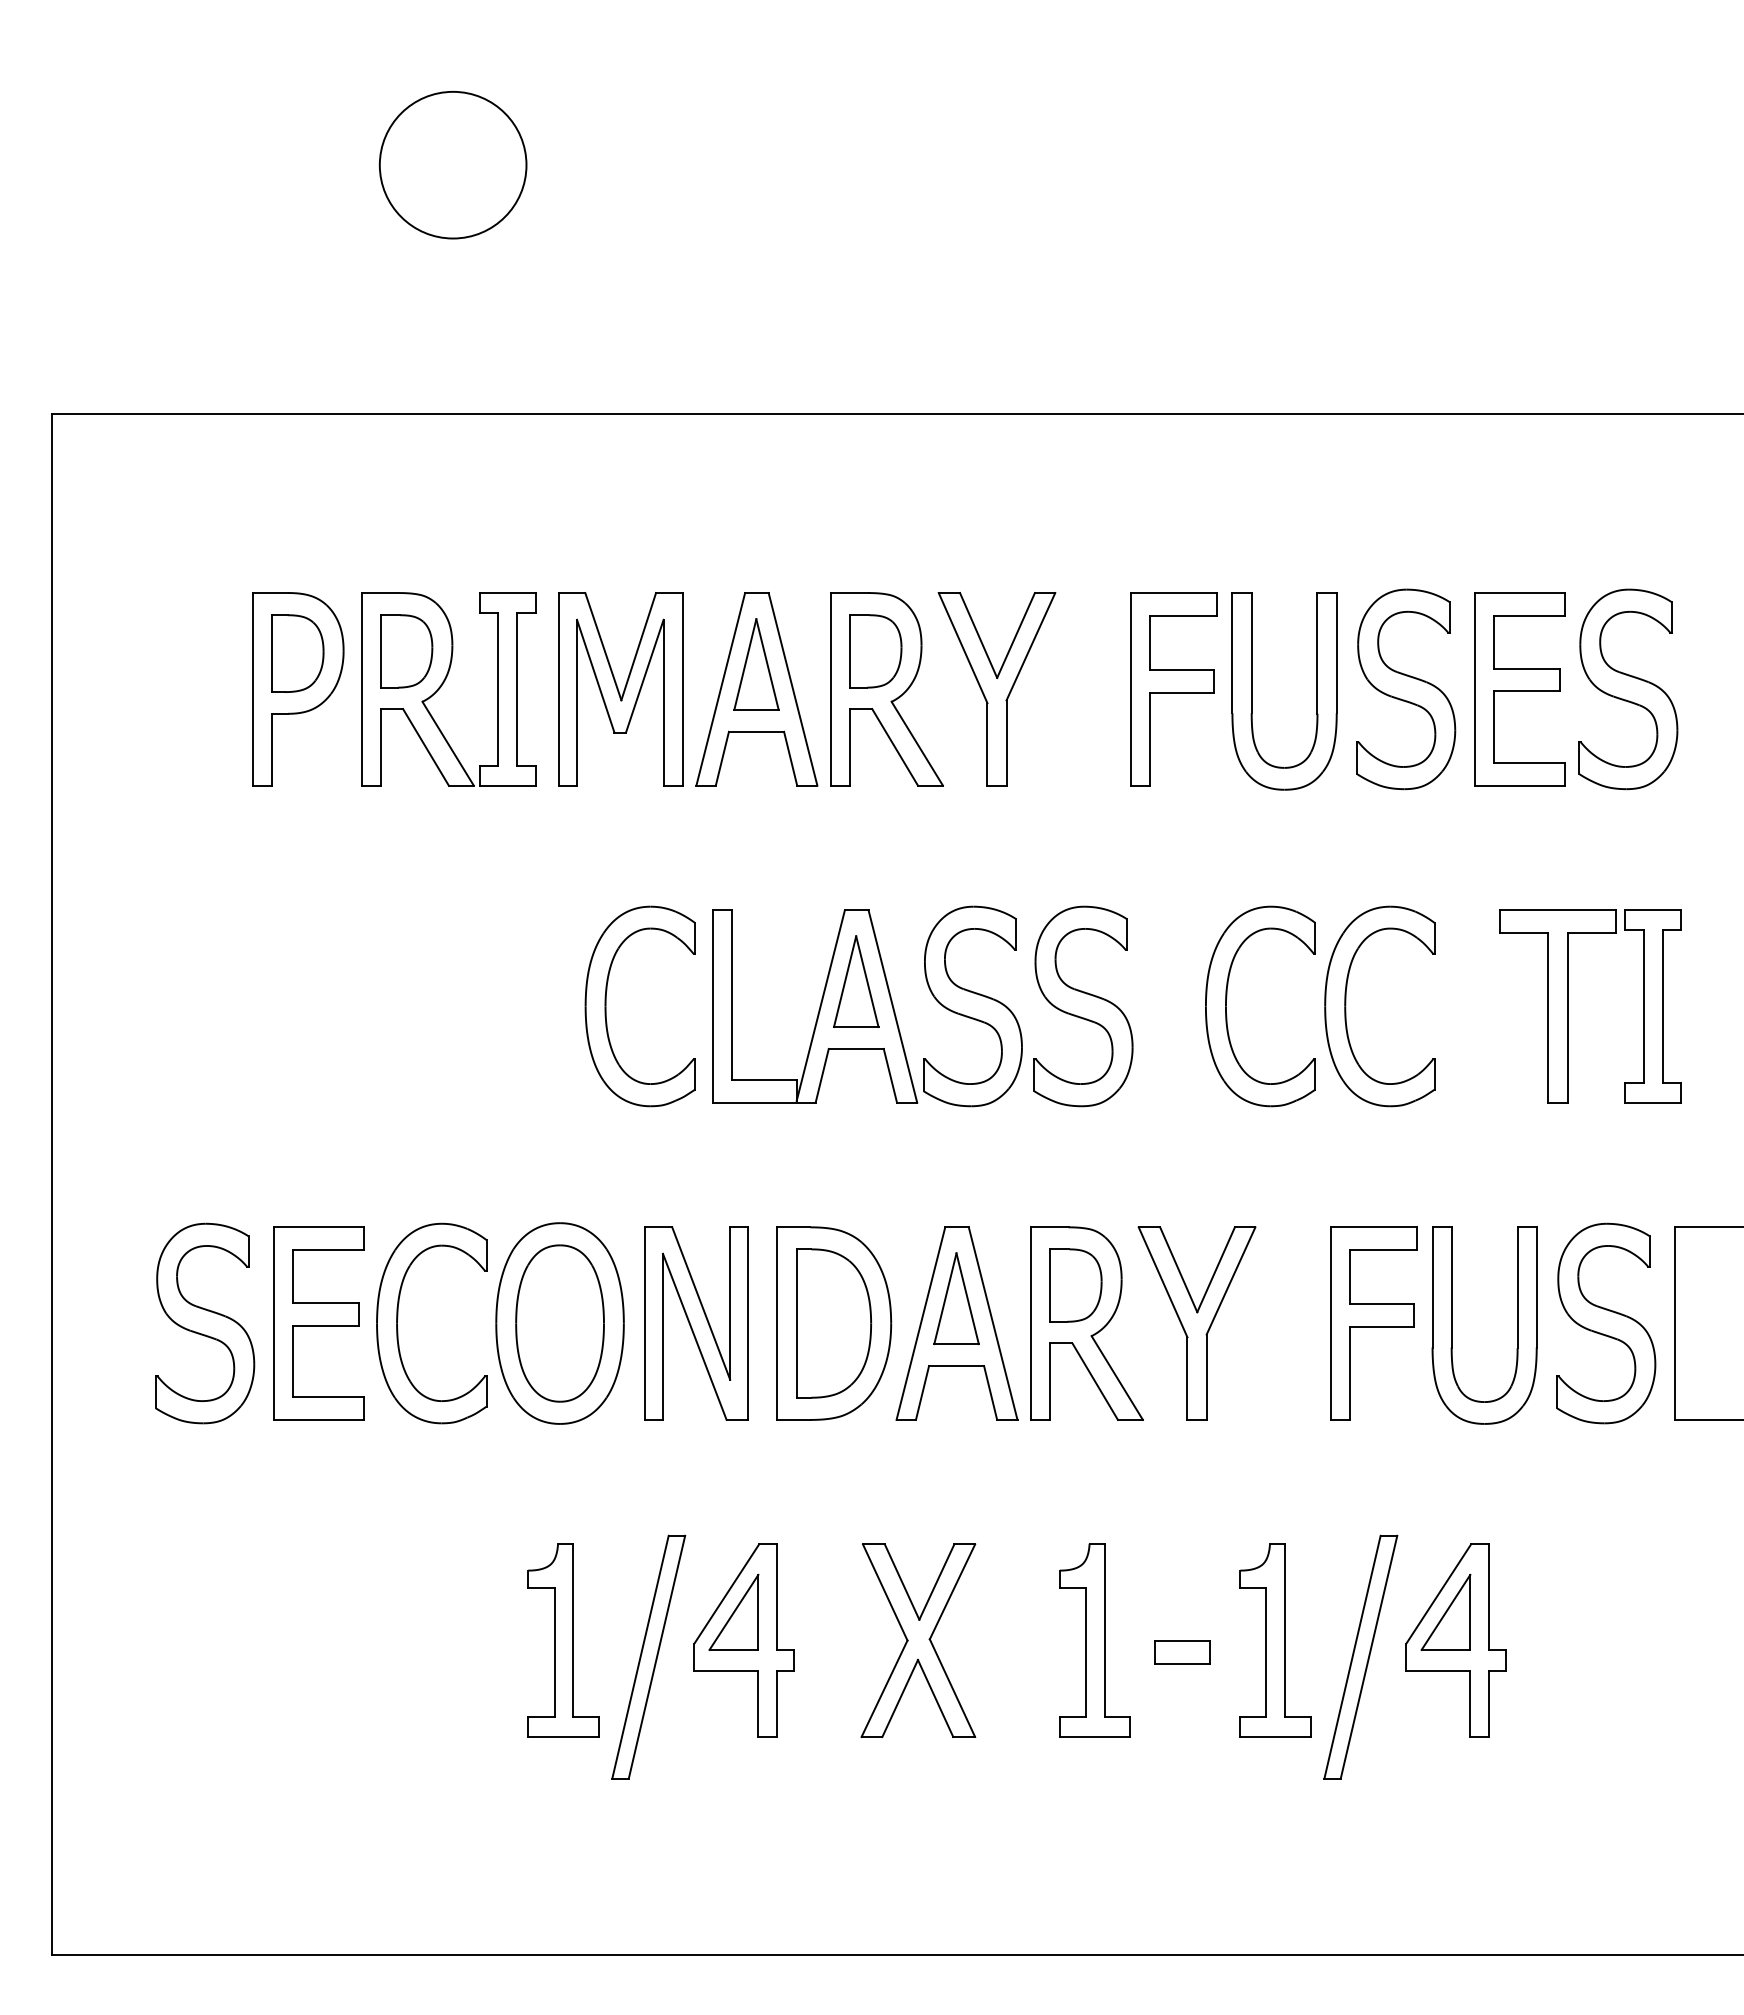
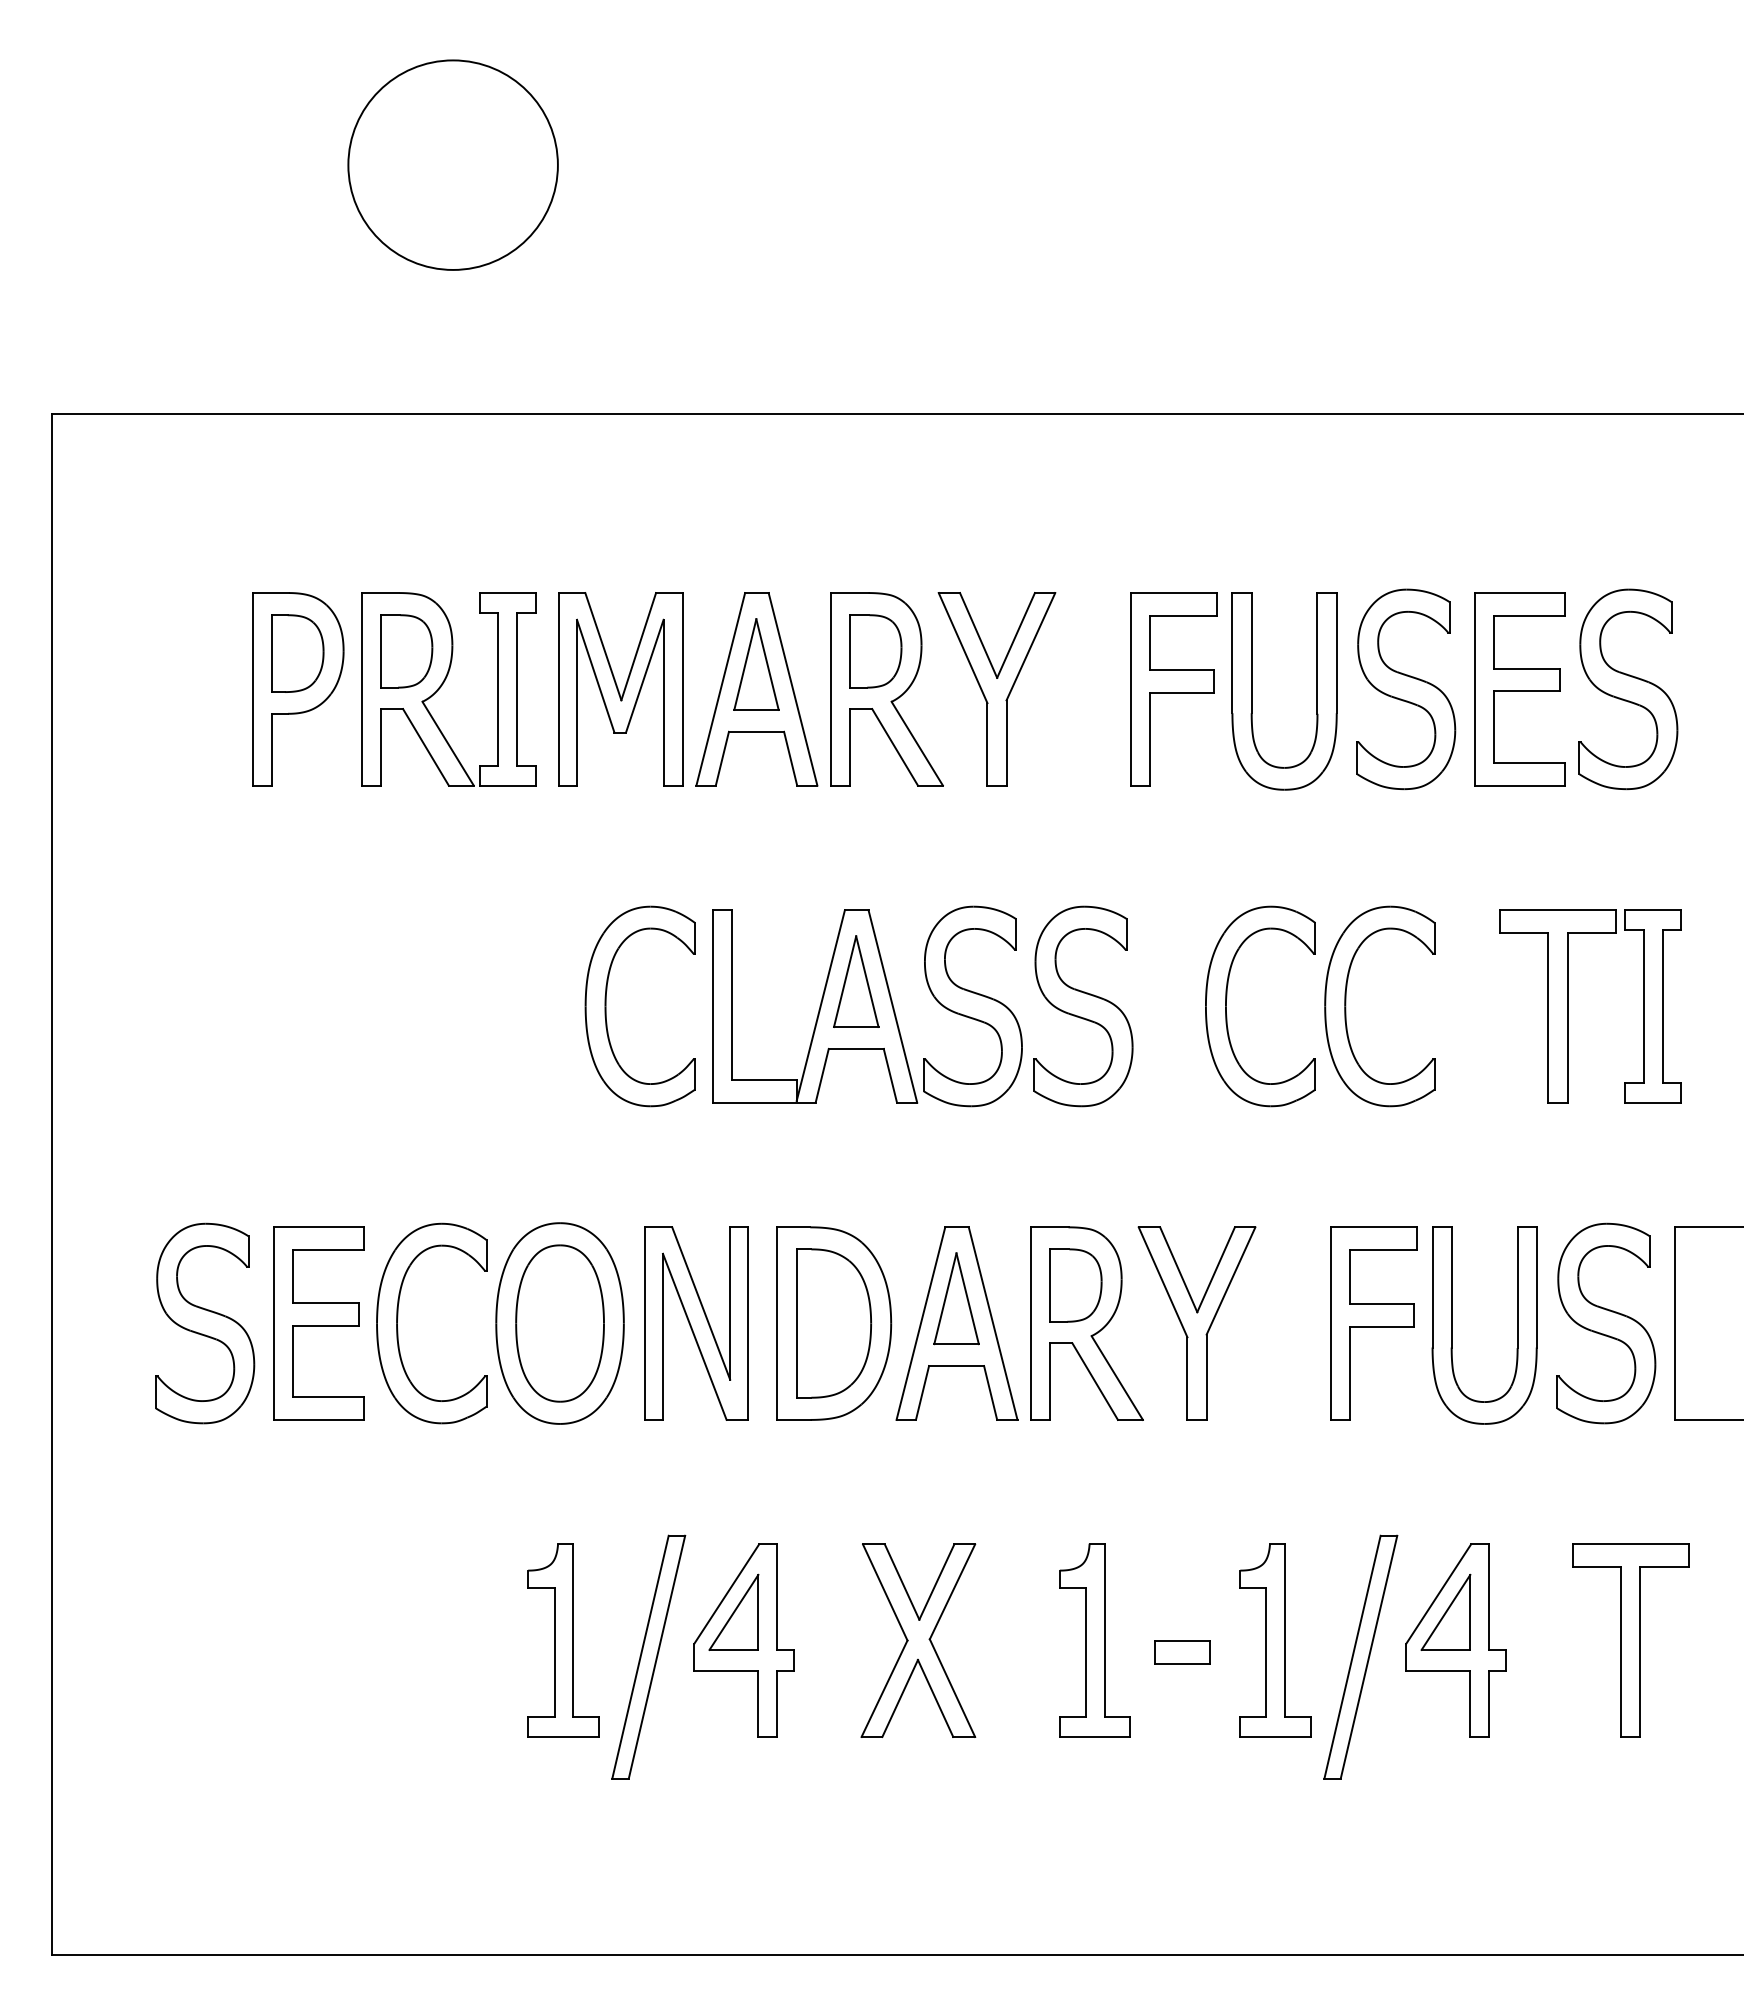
circle at (452, 164) diameter: 147 px -> 210 px
part at (1630, 1640): none -> present
